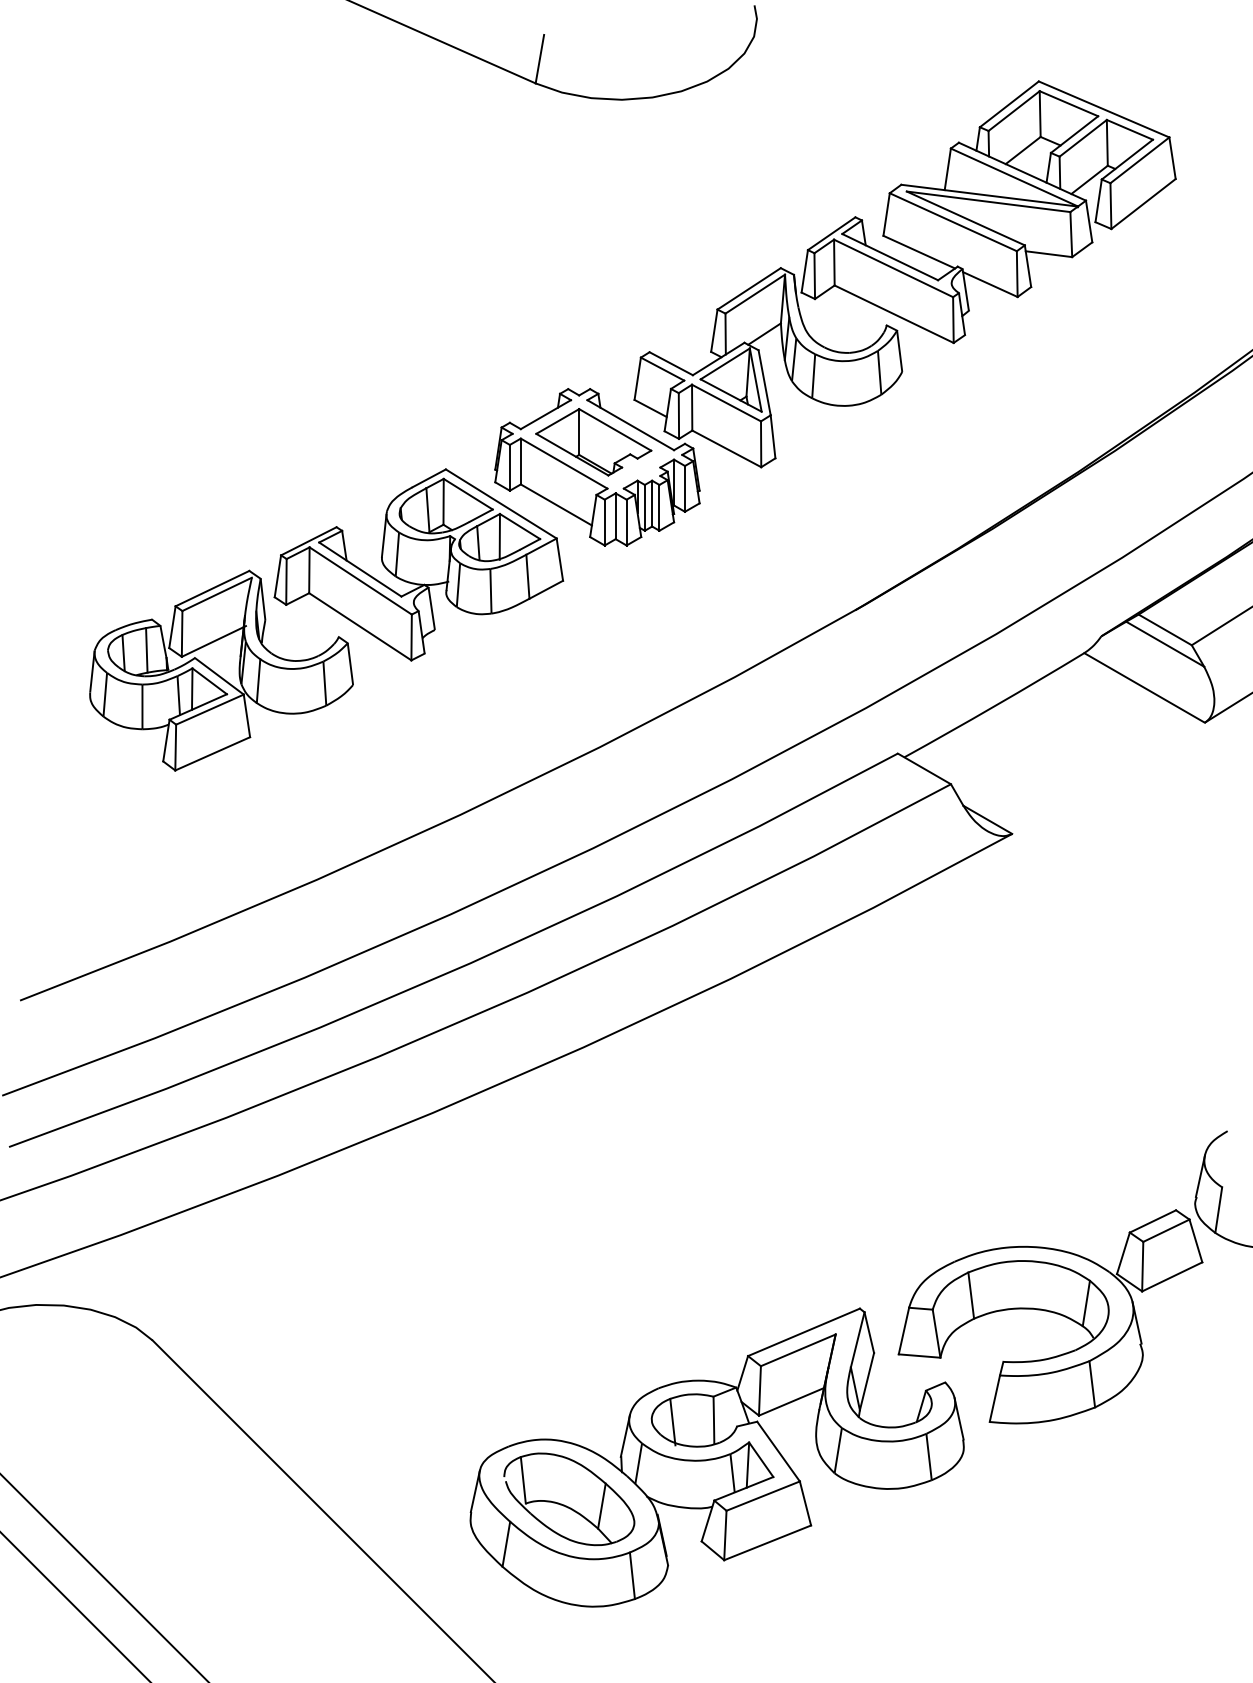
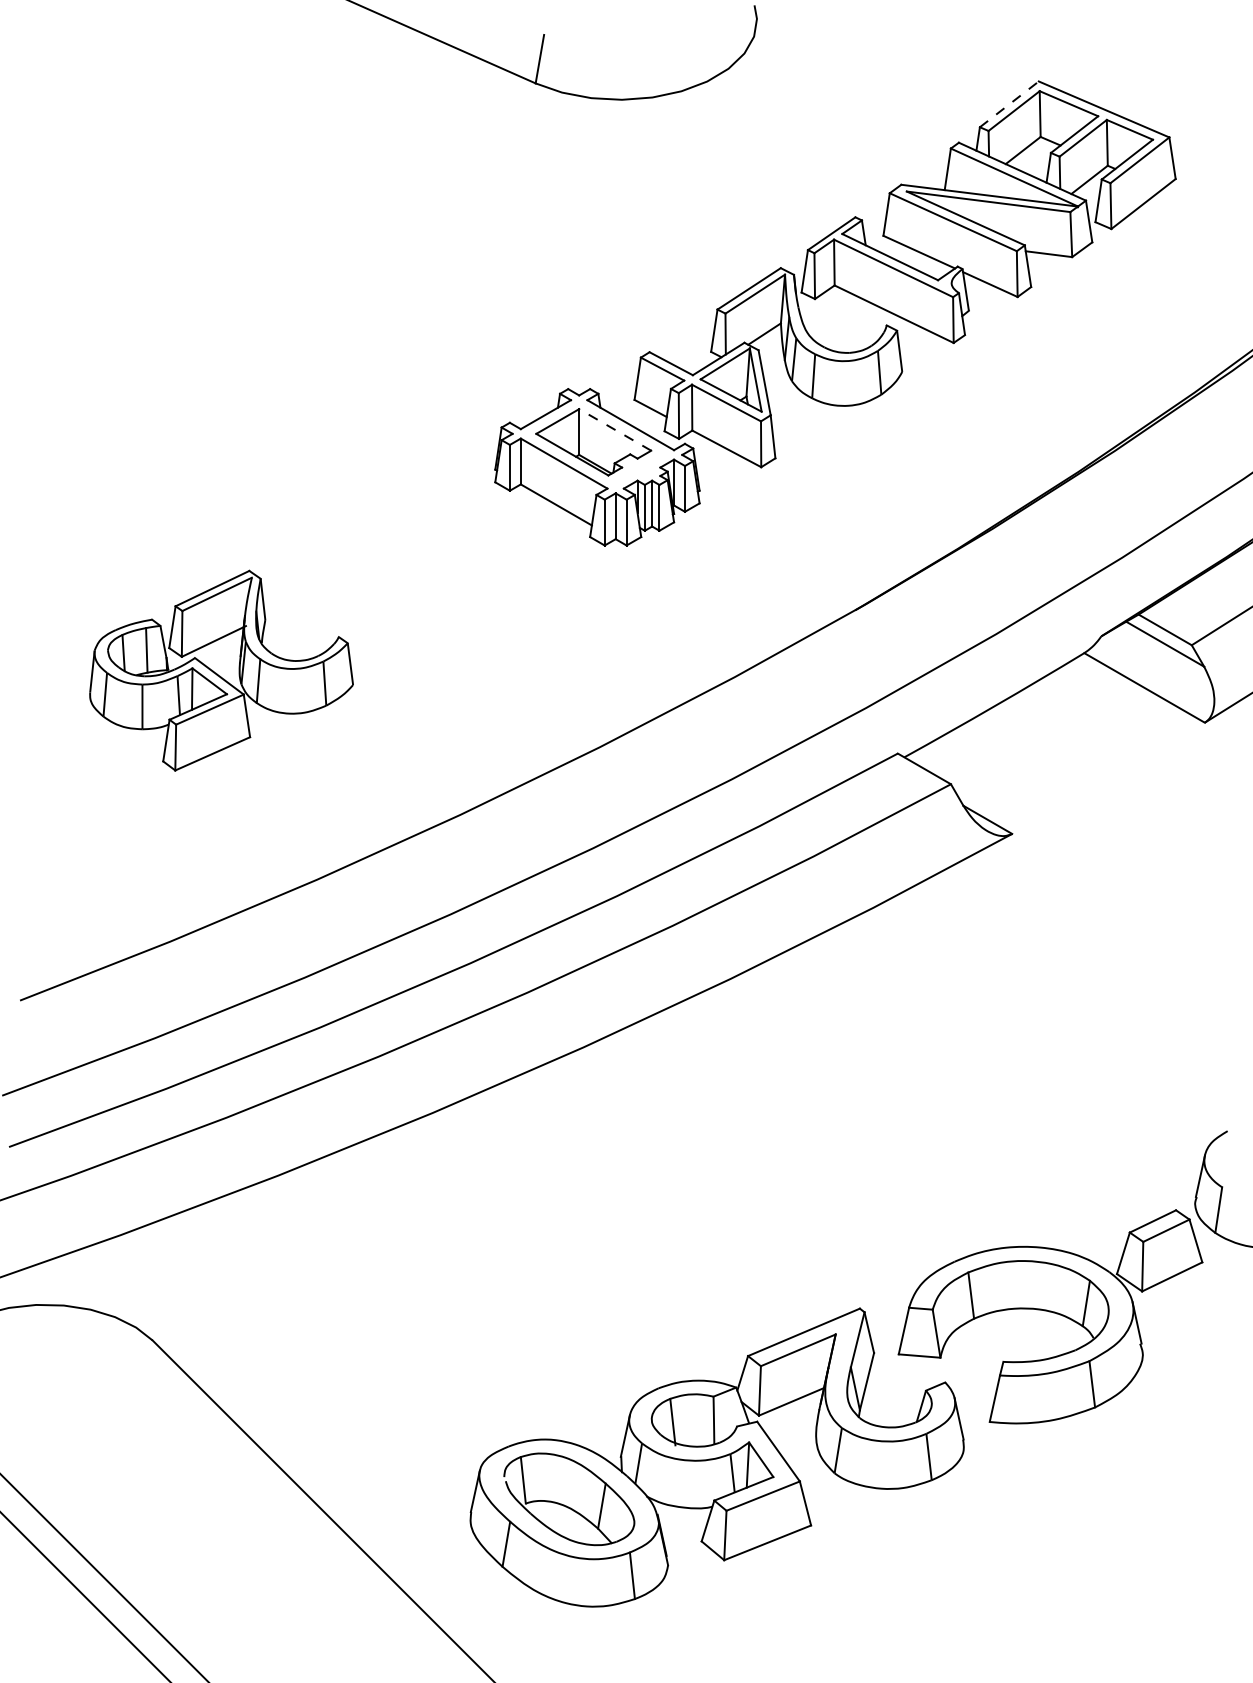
line at (1009, 104): solid -> dashed
line at (615, 429): solid -> dashed
part at (418, 564): present -> none
line at (74, 1606) position: (74, 1606) -> (84, 1596)
